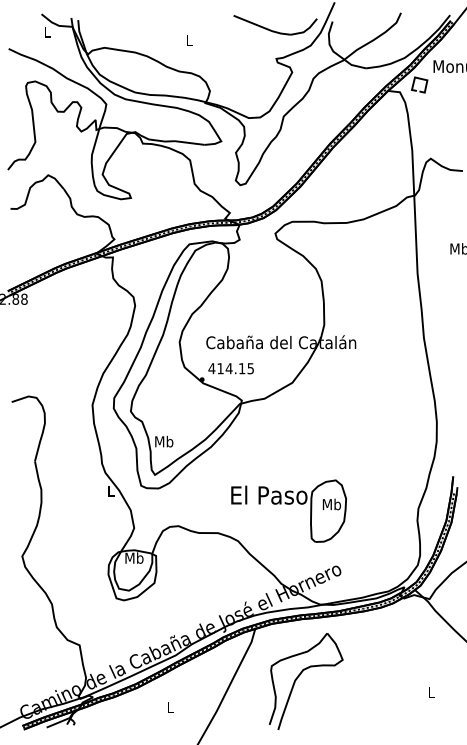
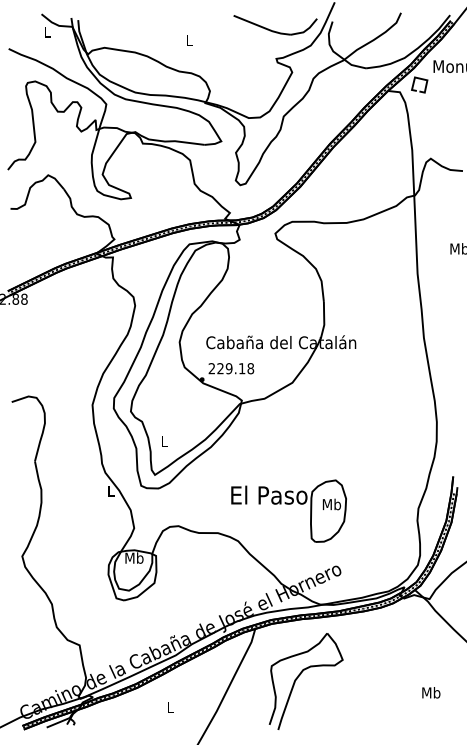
text at (231, 368): 414.15 -> 229.18
text at (164, 441): Mb -> L
text at (431, 692): L -> Mb
